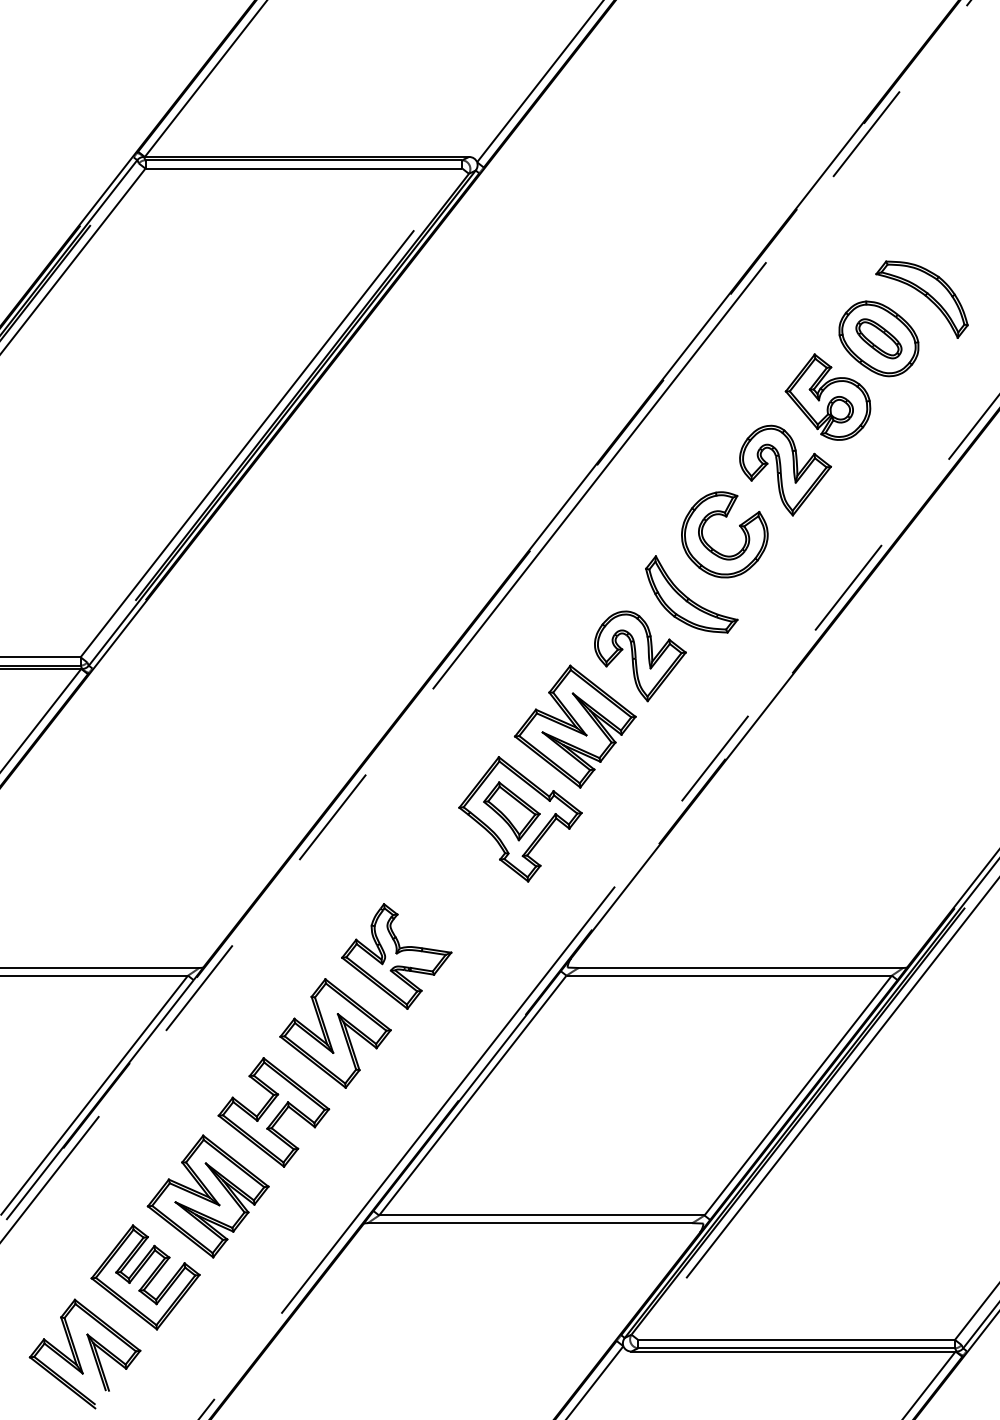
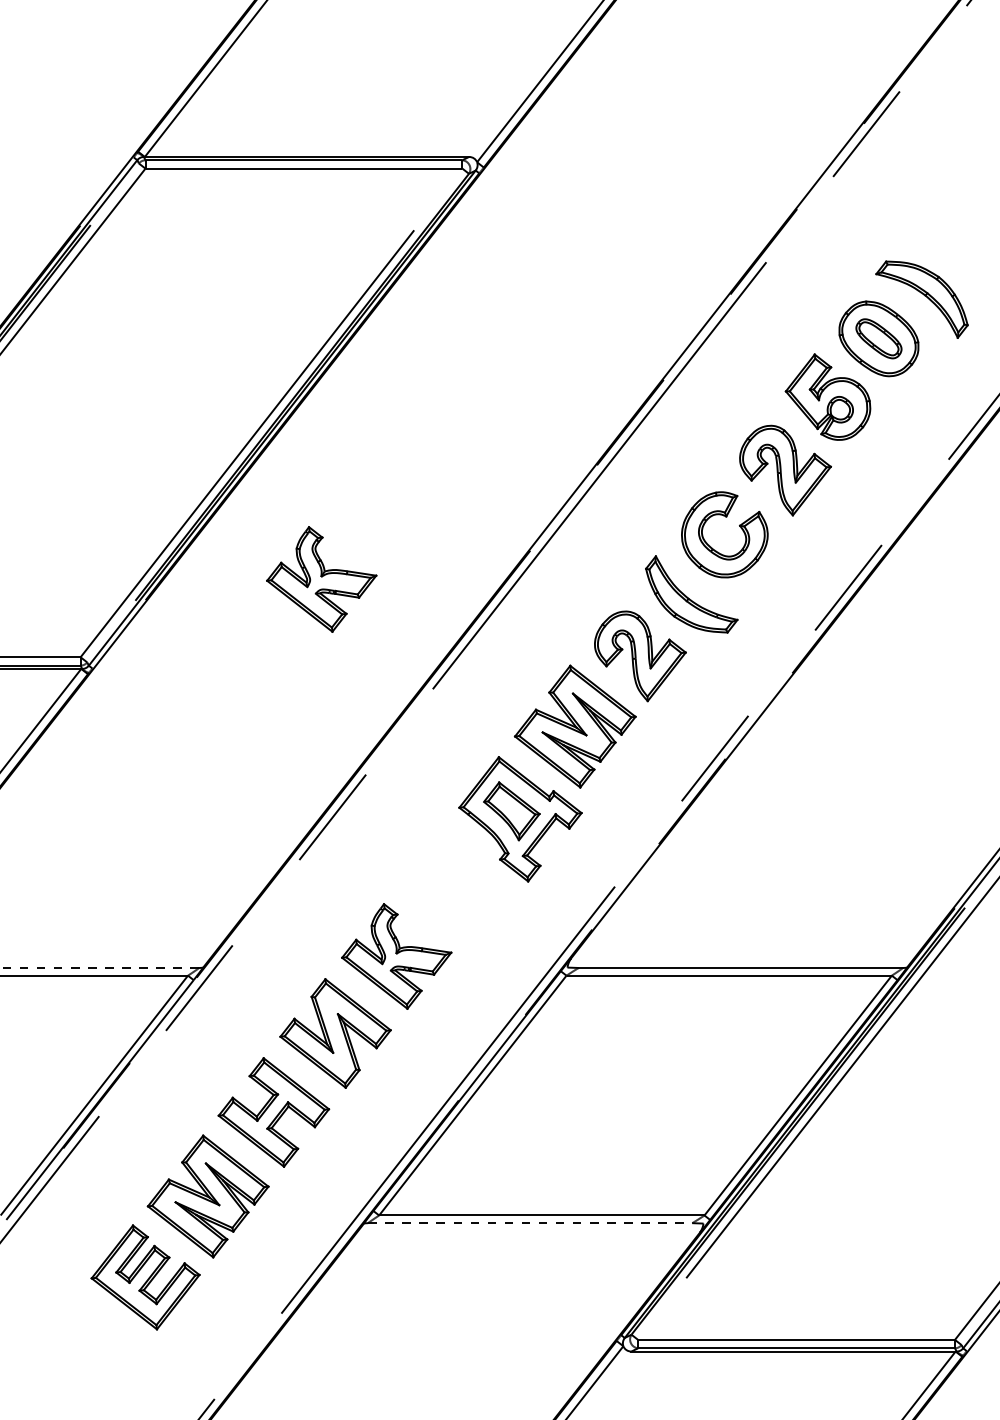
part at (321, 579): none -> present
line at (99, 968): solid -> dashed
line at (530, 1223): solid -> dashed
part at (78, 1356): present -> none
